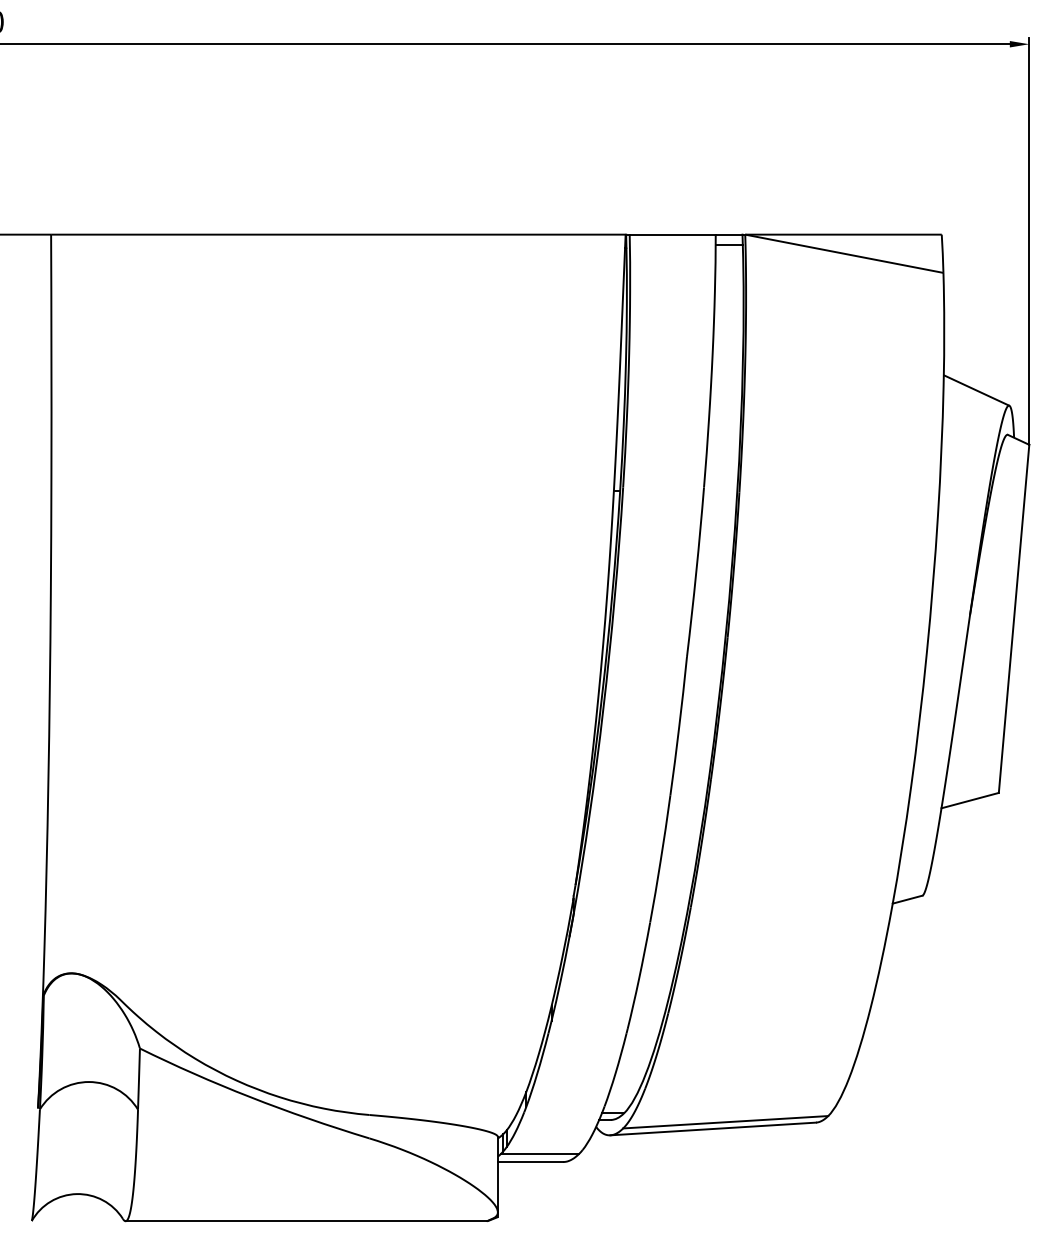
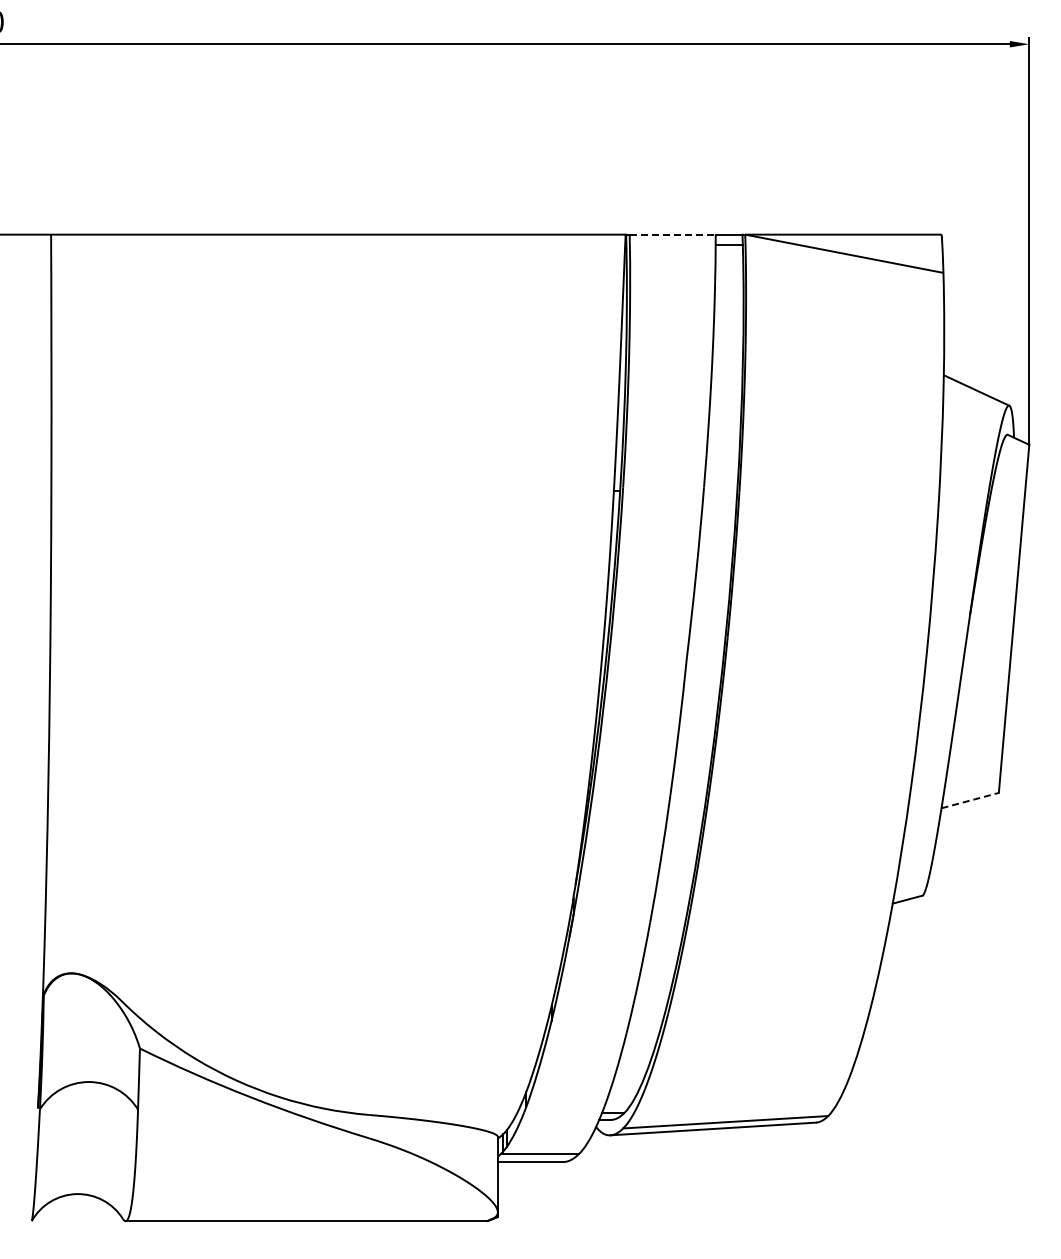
line at (673, 234): solid -> dashed
line at (970, 800): solid -> dashed
